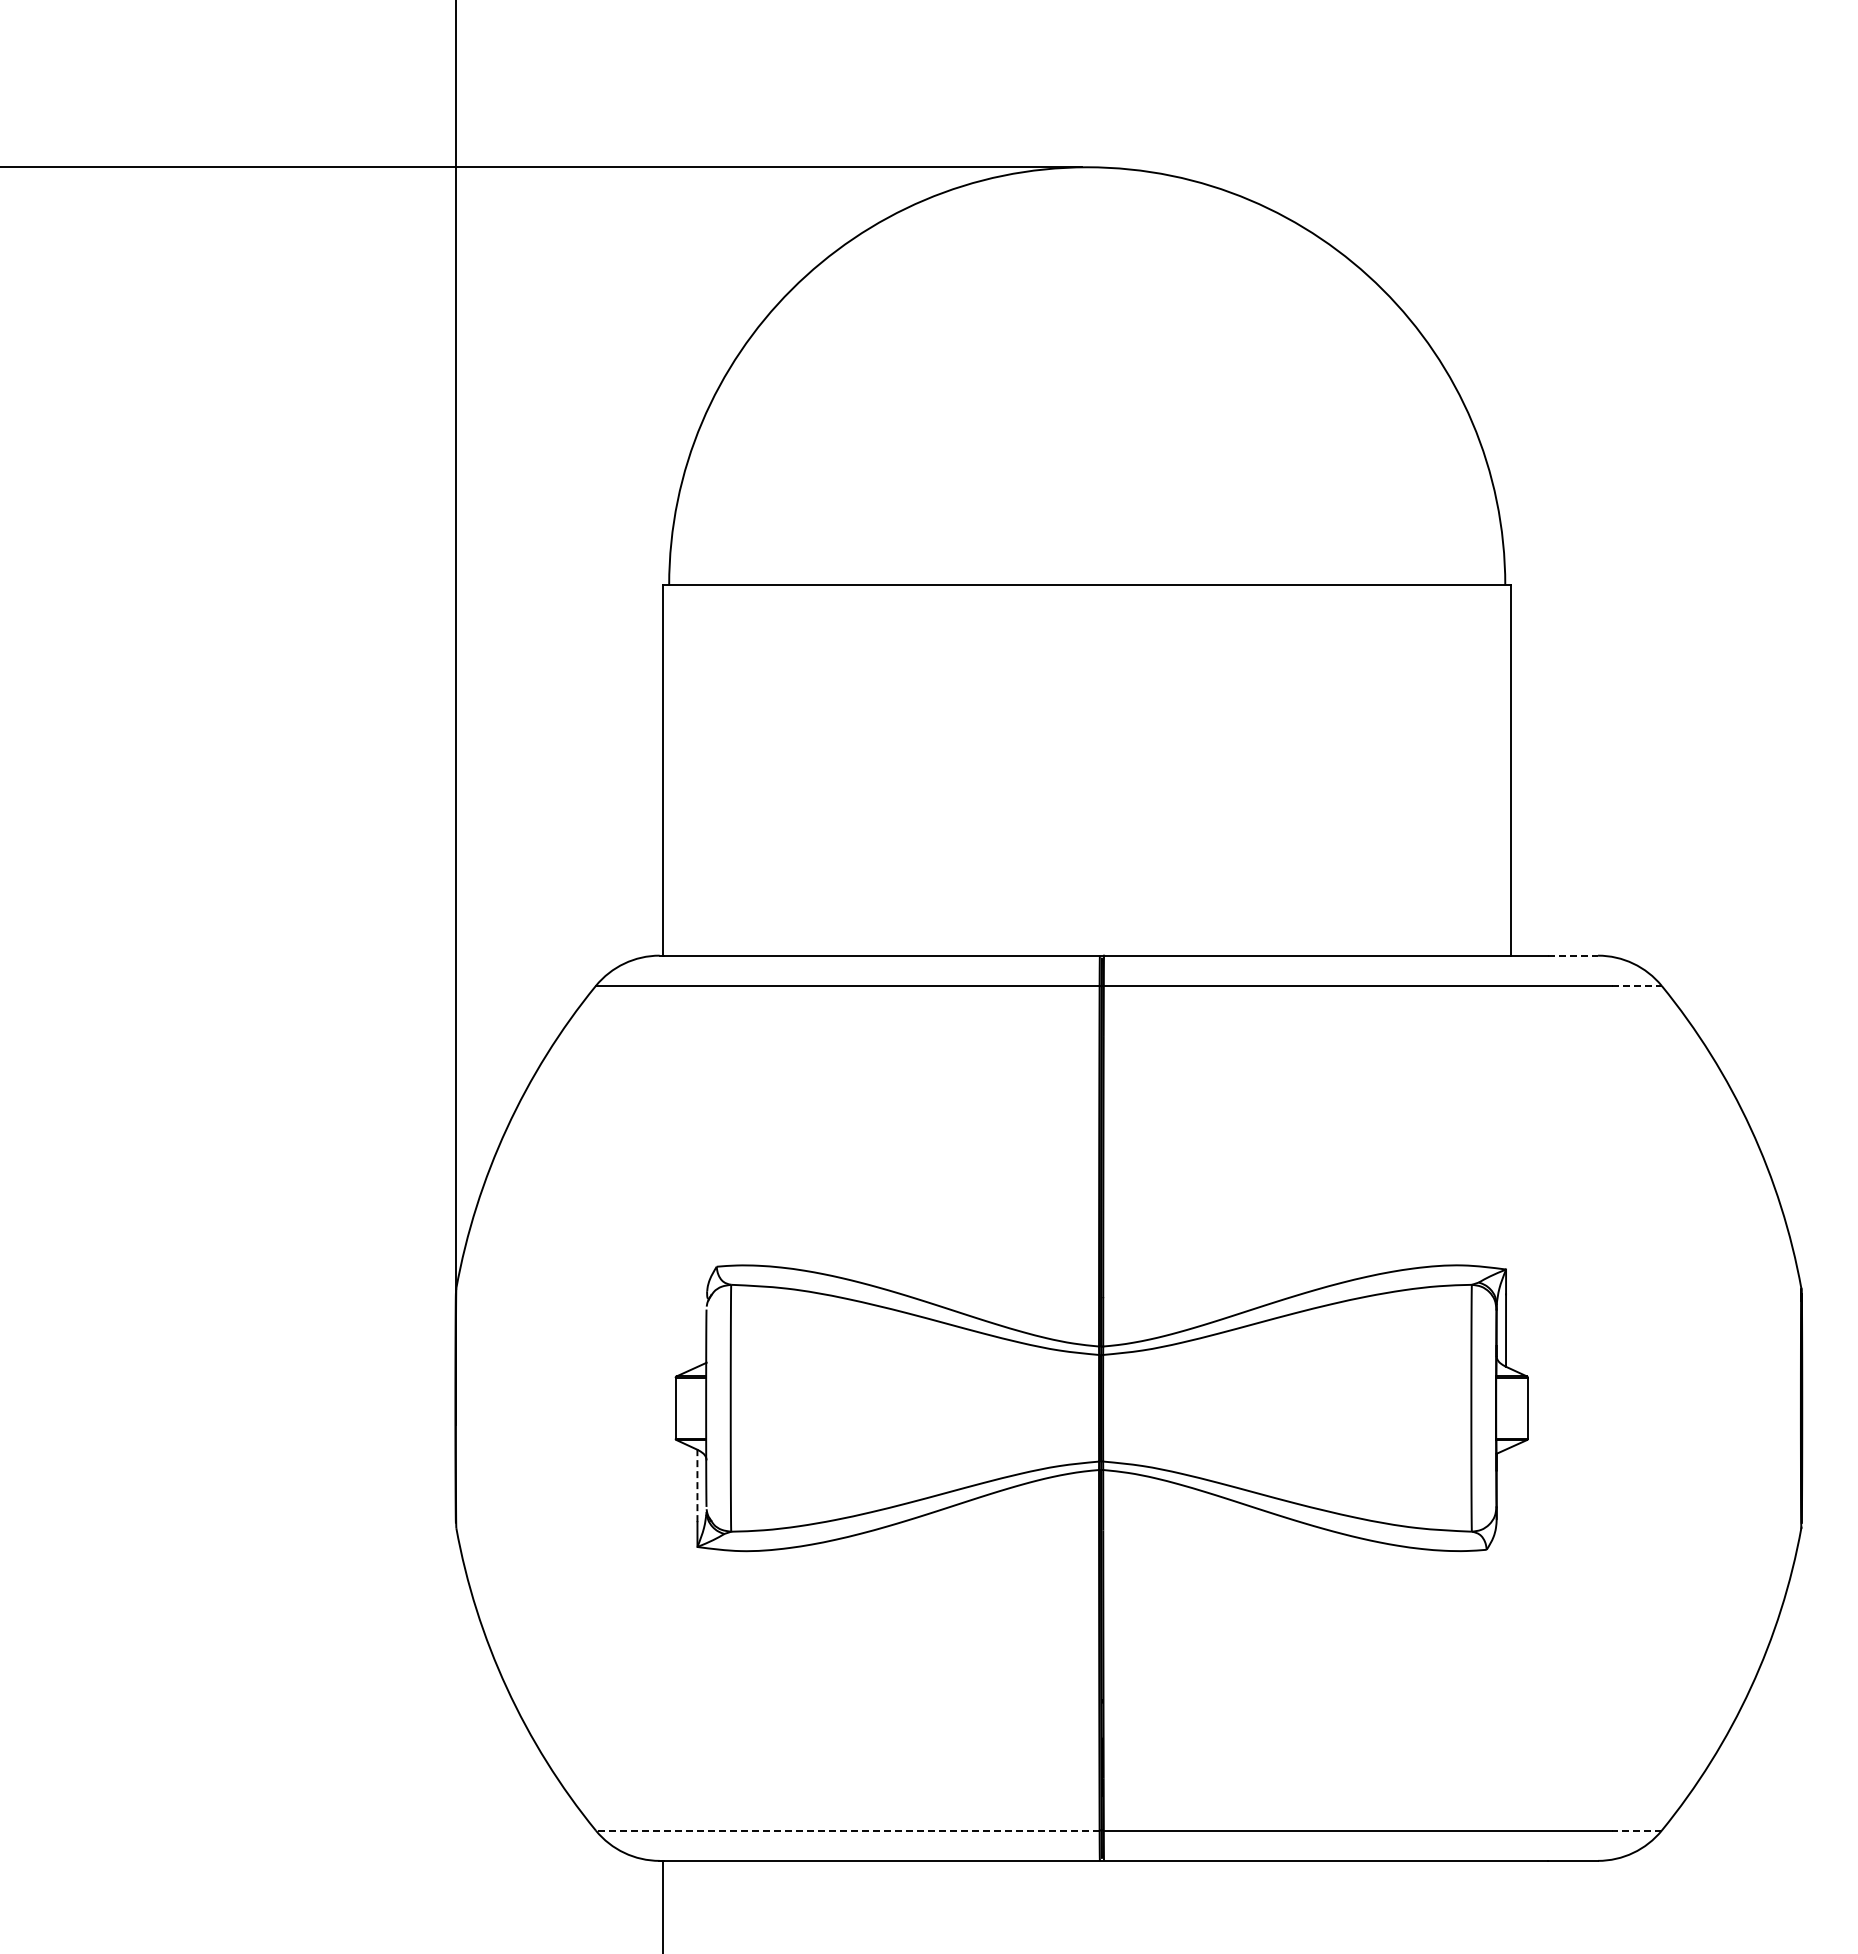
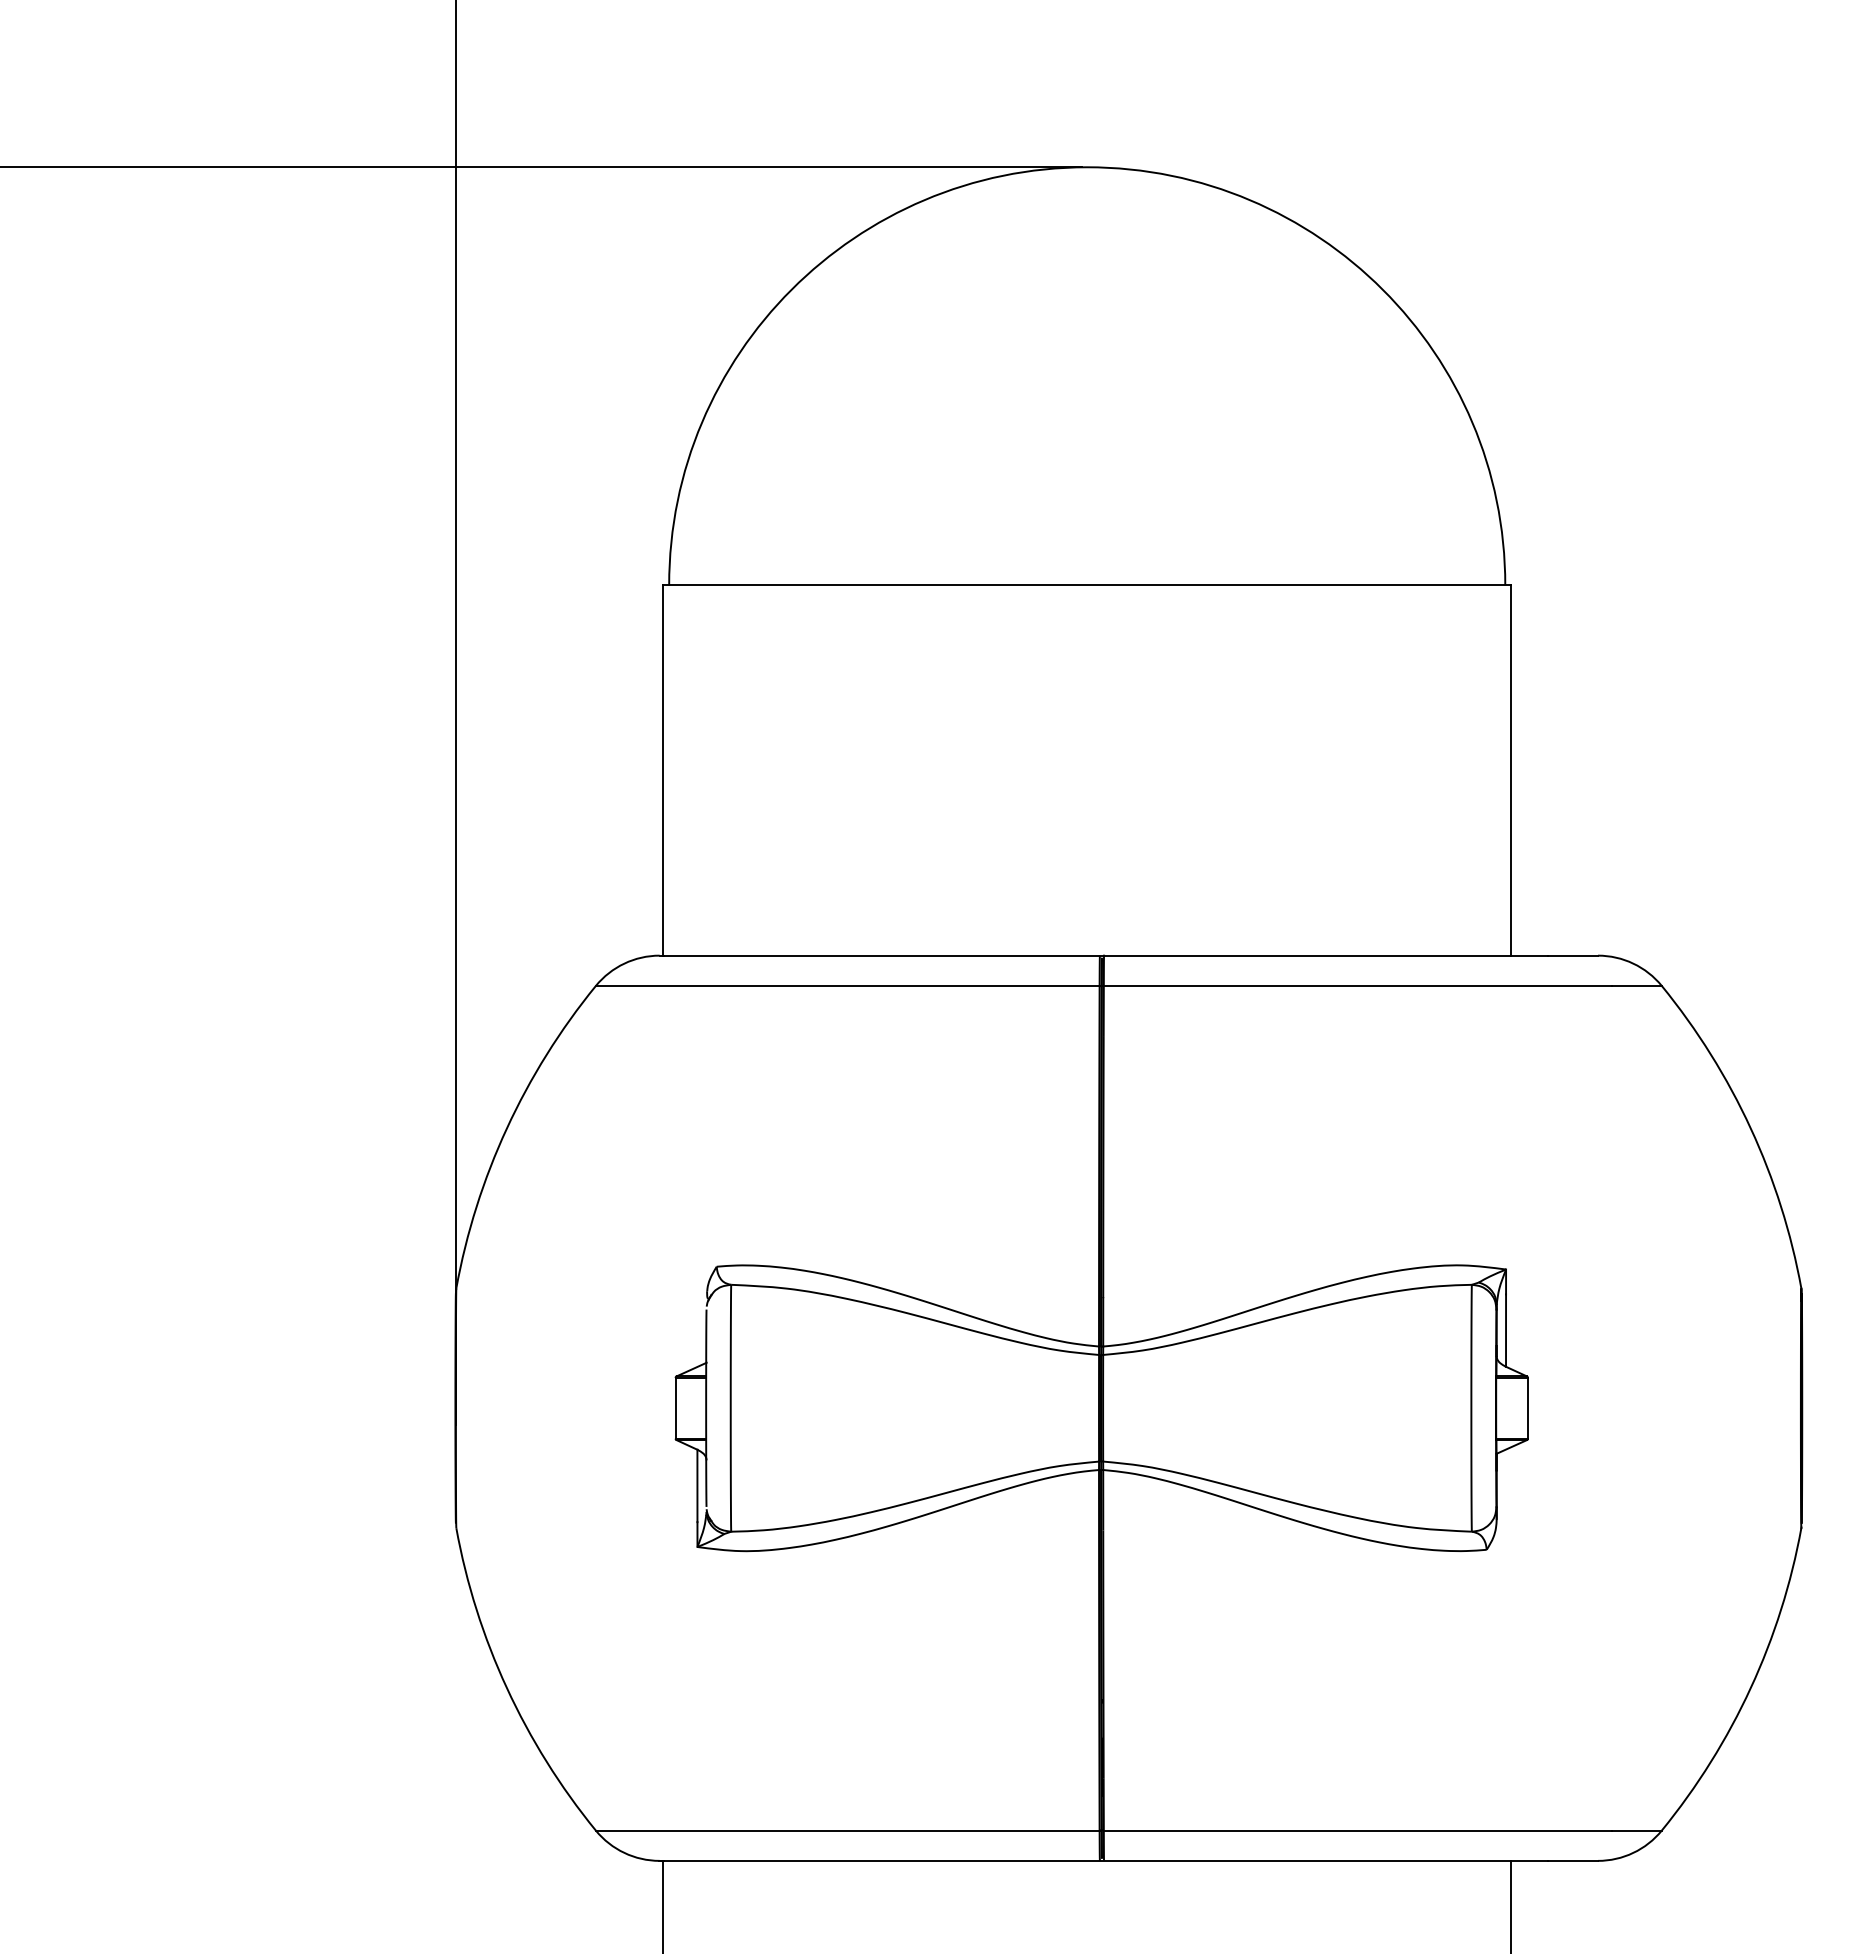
line at (1573, 955): dashed -> solid
line at (1637, 985): dashed -> solid
line at (697, 1485): dashed -> solid
line at (847, 1830): dashed -> solid
line at (1636, 1830): dashed -> solid
line at (1511, 1905): none -> present
